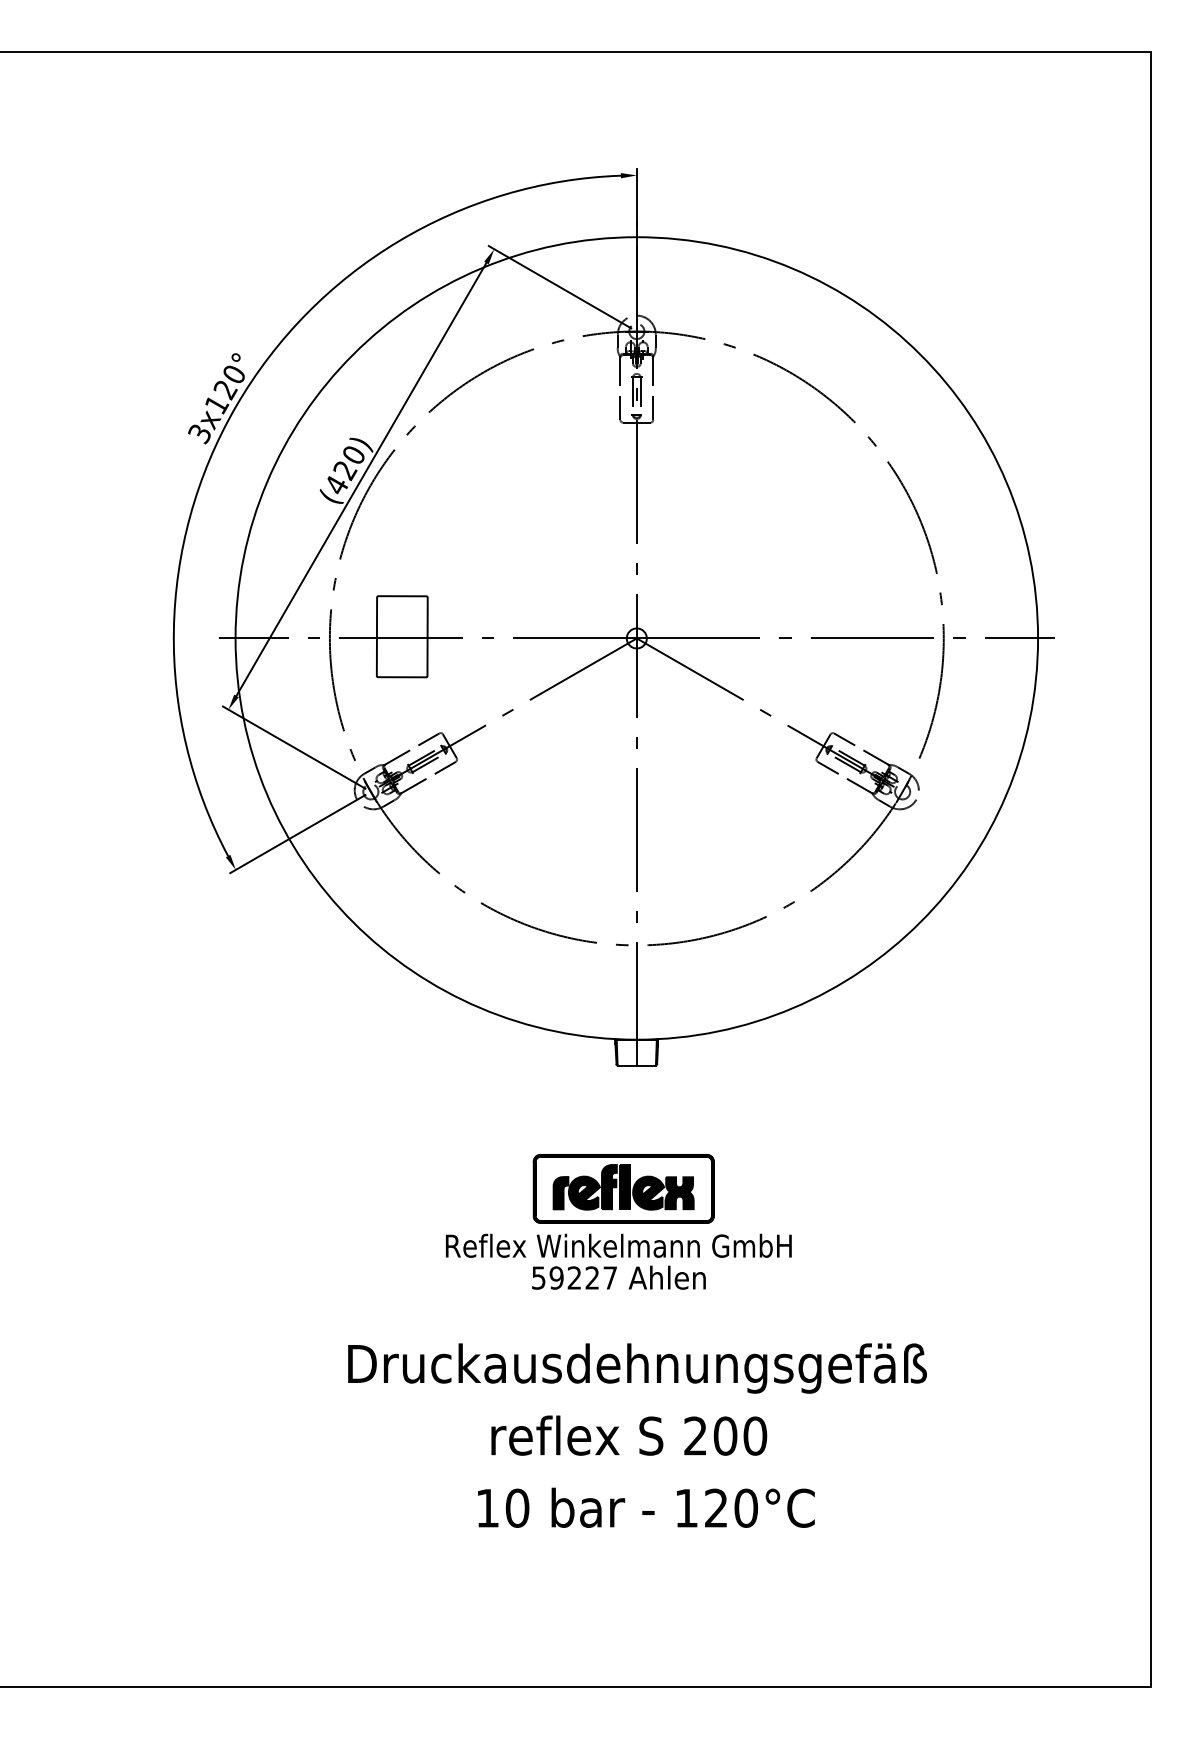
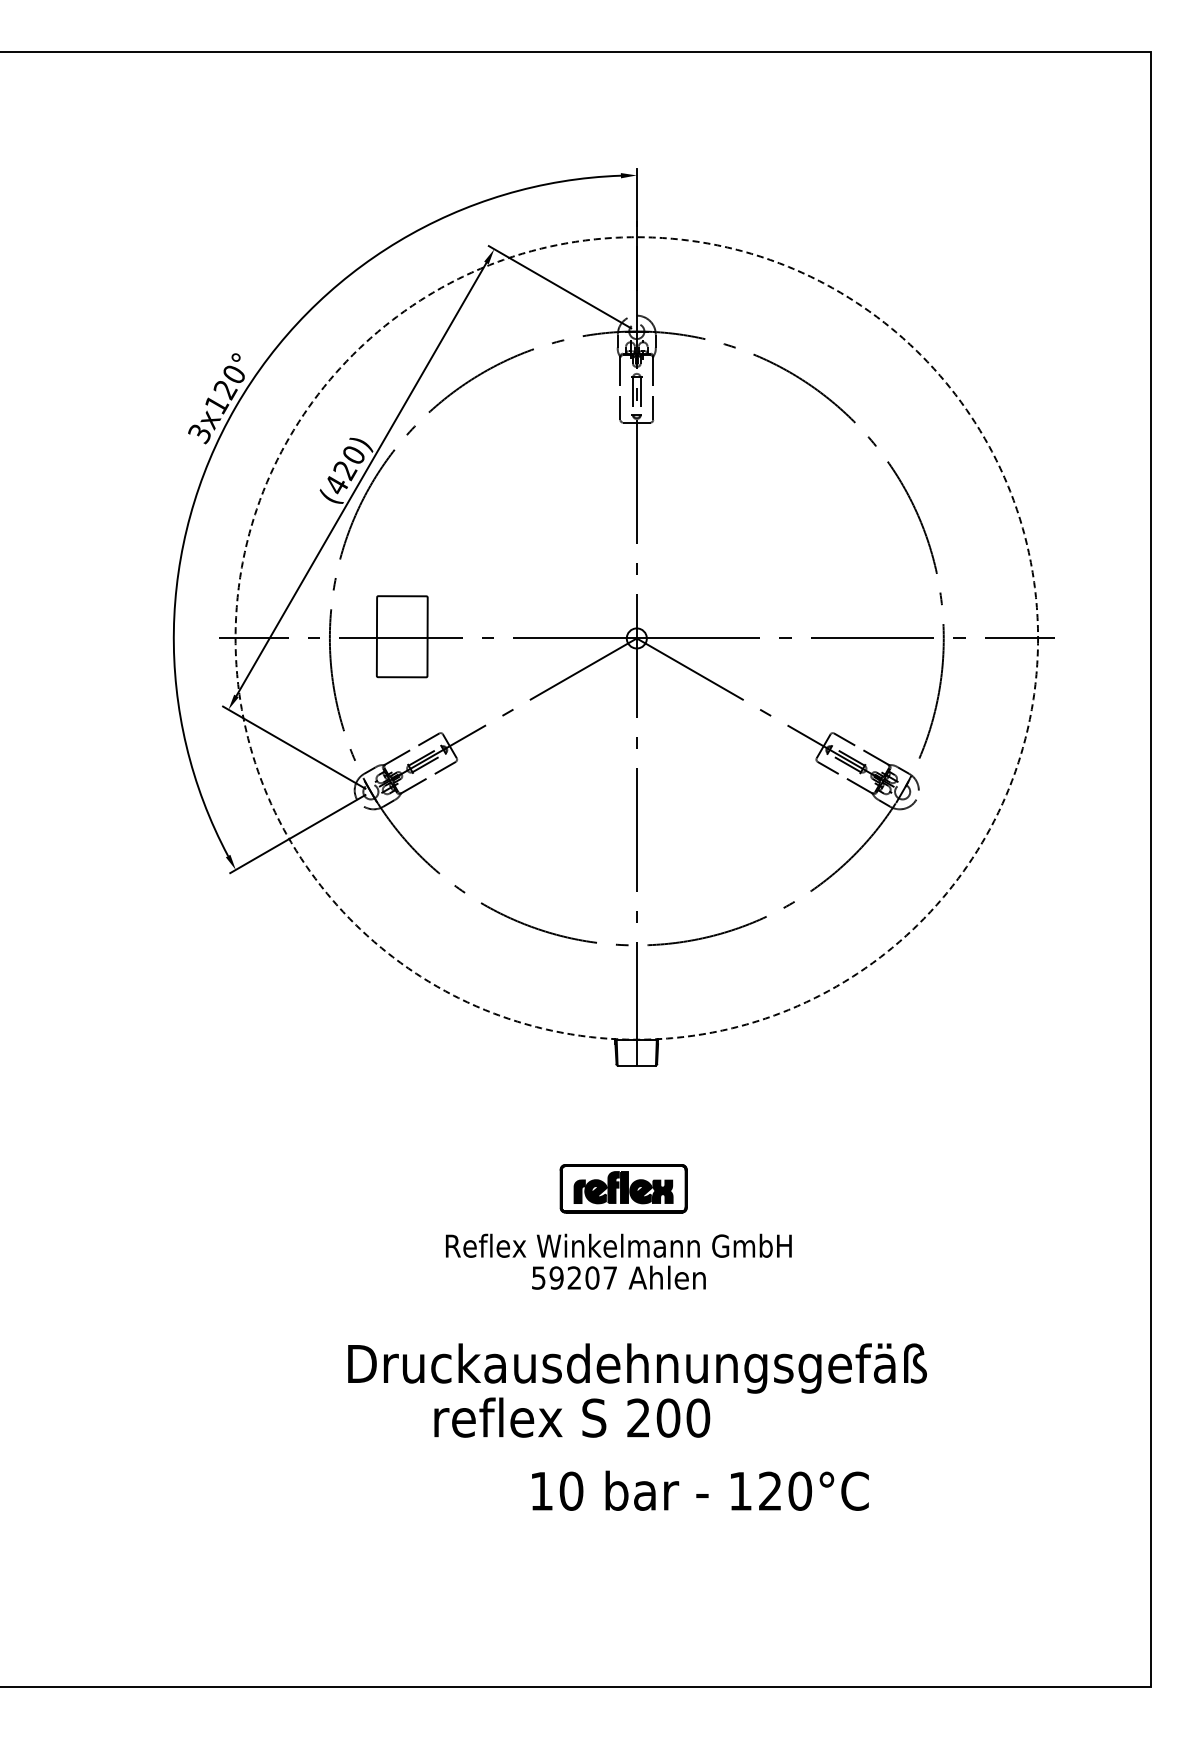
circle at (636, 638): solid -> dashed
part at (623, 1188) size: 183x71 px -> 129x50 px
text at (592, 1277): 59227 -> 59207
text at (629, 1435) position: (629, 1435) -> (572, 1417)
text at (646, 1507) position: (646, 1507) -> (700, 1490)
